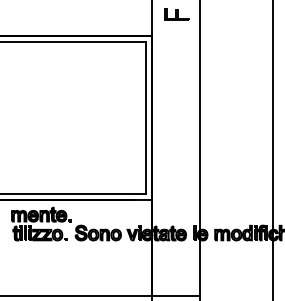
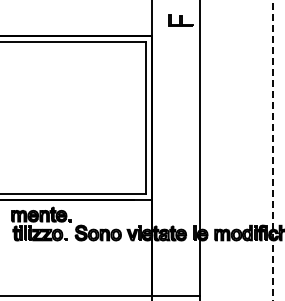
part at (176, 14) position: (176, 14) -> (180, 20)
line at (272, 150): solid -> dashed
